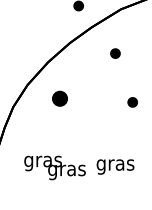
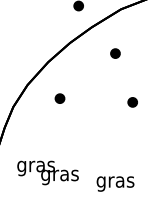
part at (59, 98) size: 16x17 px -> 12x11 px
text at (115, 166) position: (115, 166) -> (115, 183)
text at (54, 167) position: (54, 167) -> (47, 172)
